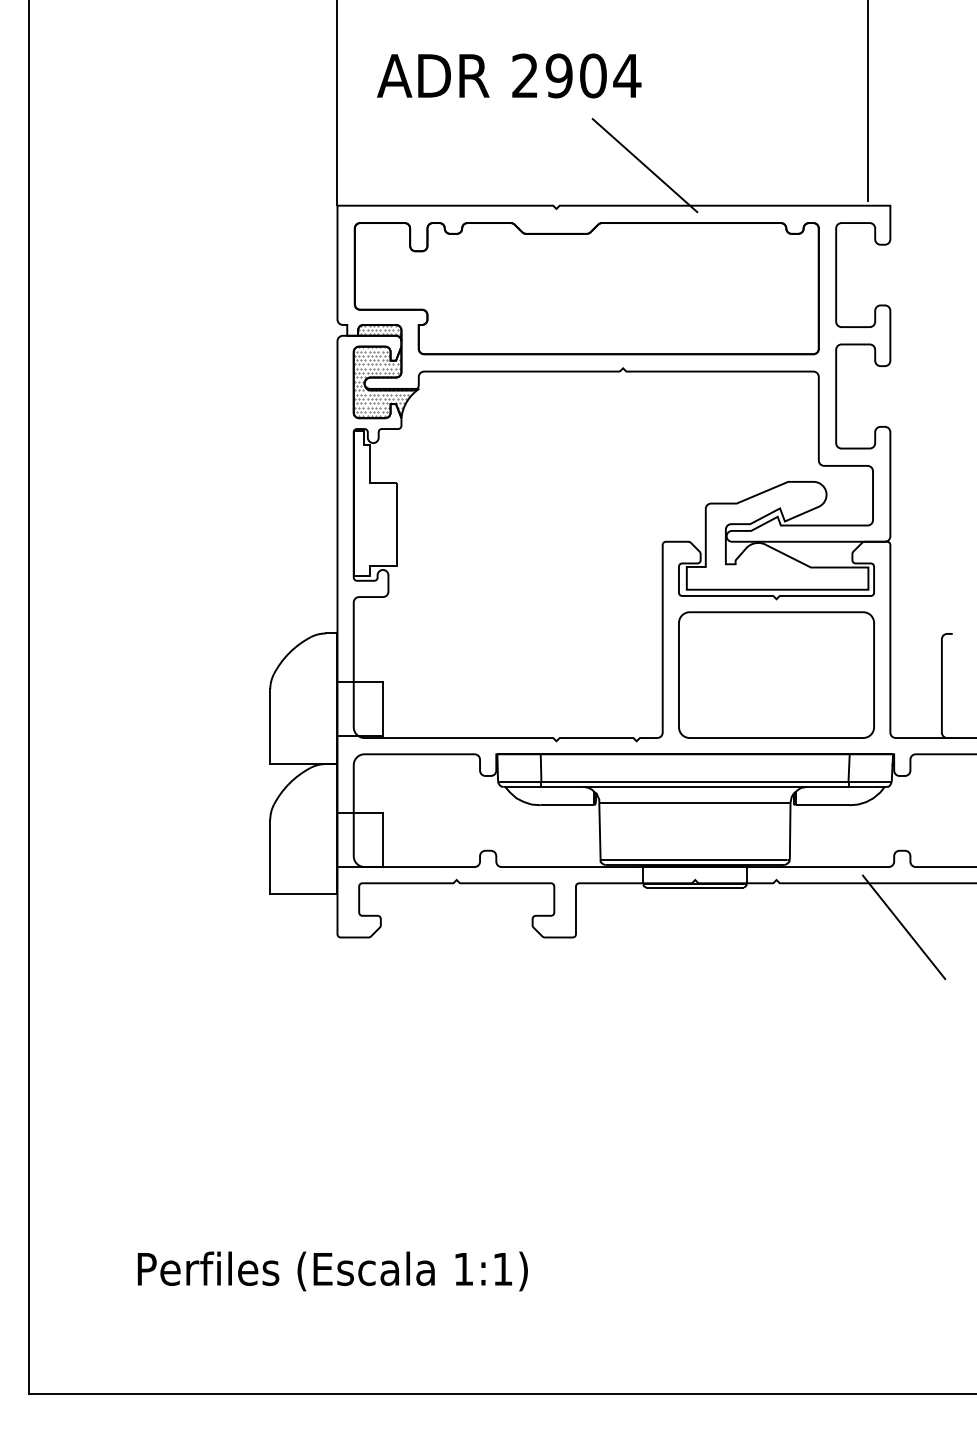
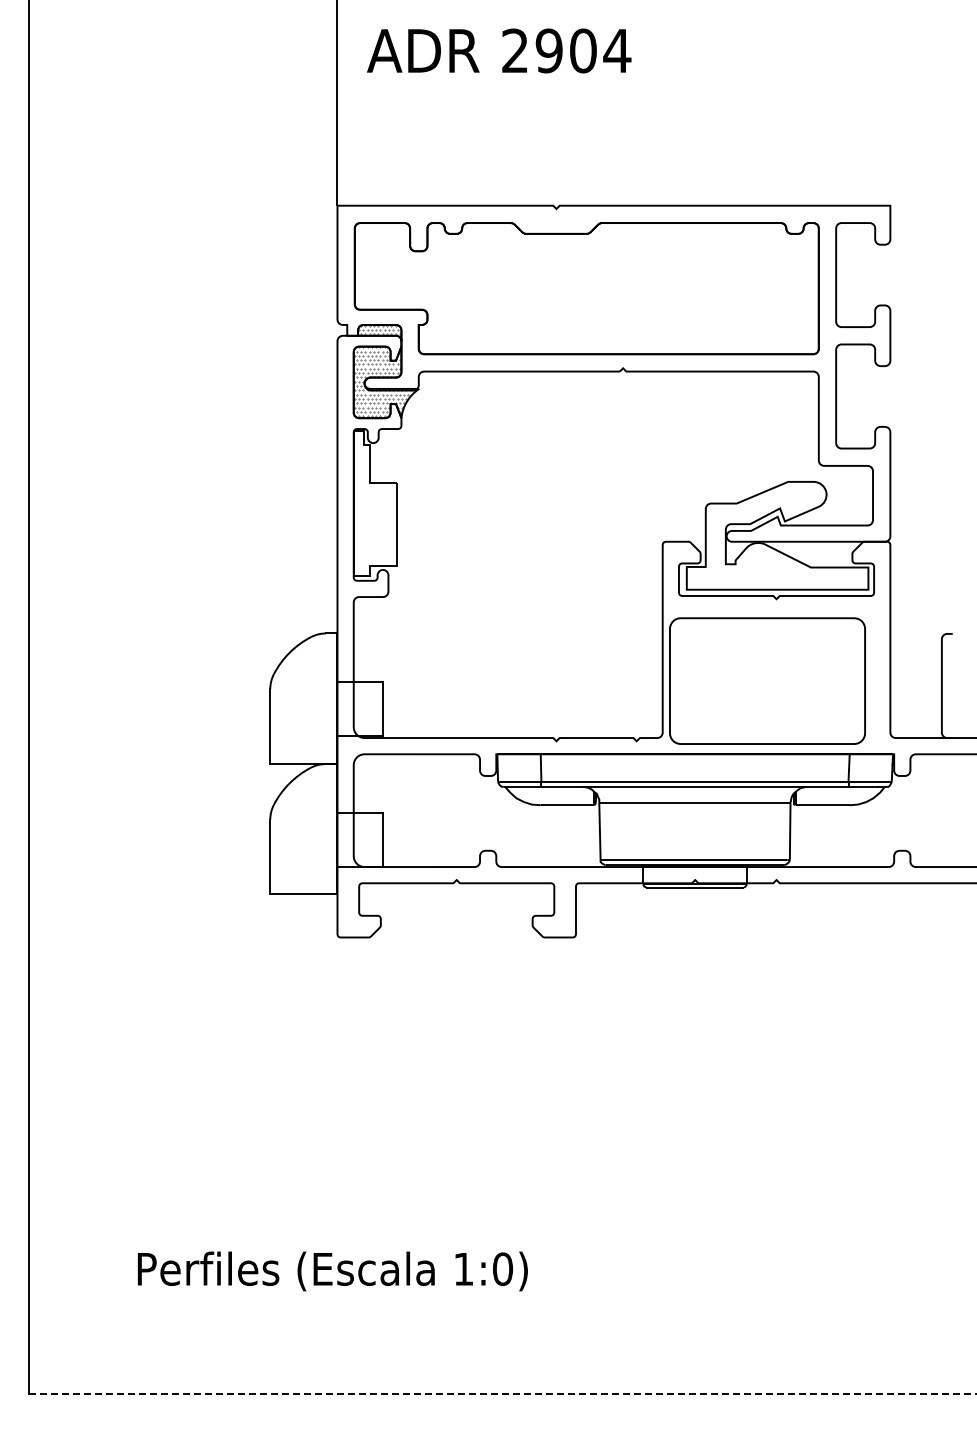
text at (509, 75) position: (509, 75) -> (499, 50)
line at (867, 101): present -> none
line at (644, 165): present -> none
part at (776, 674) position: (776, 674) -> (767, 680)
line at (903, 927): present -> none
text at (503, 1268): 1:1) -> 1:0)
line at (503, 1393): solid -> dashed
